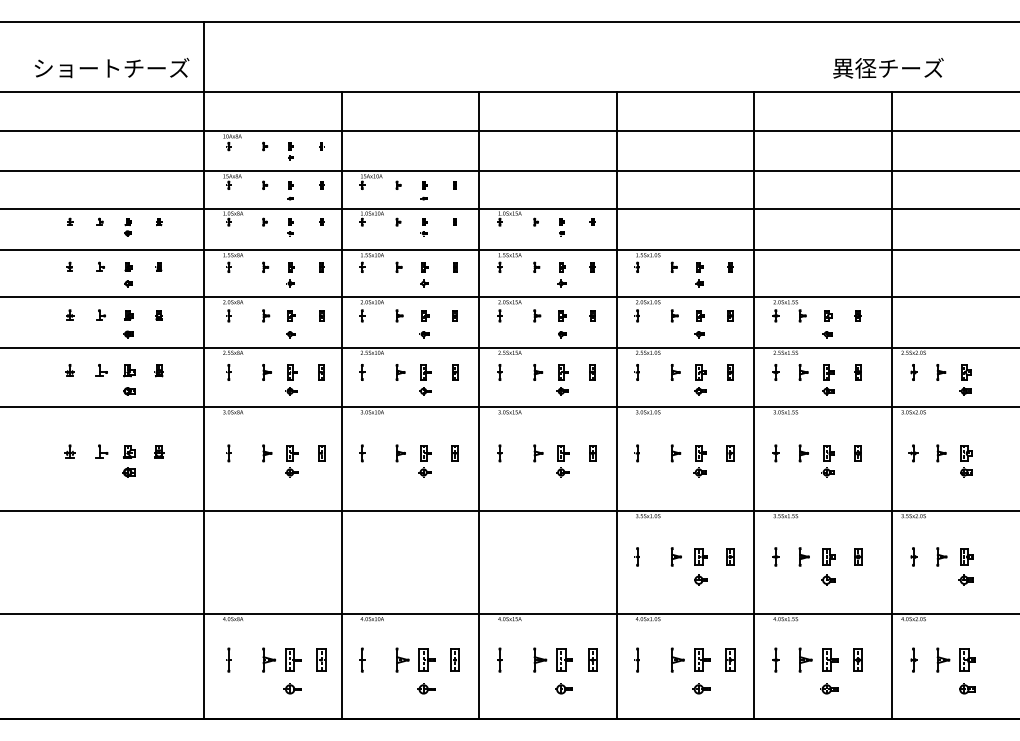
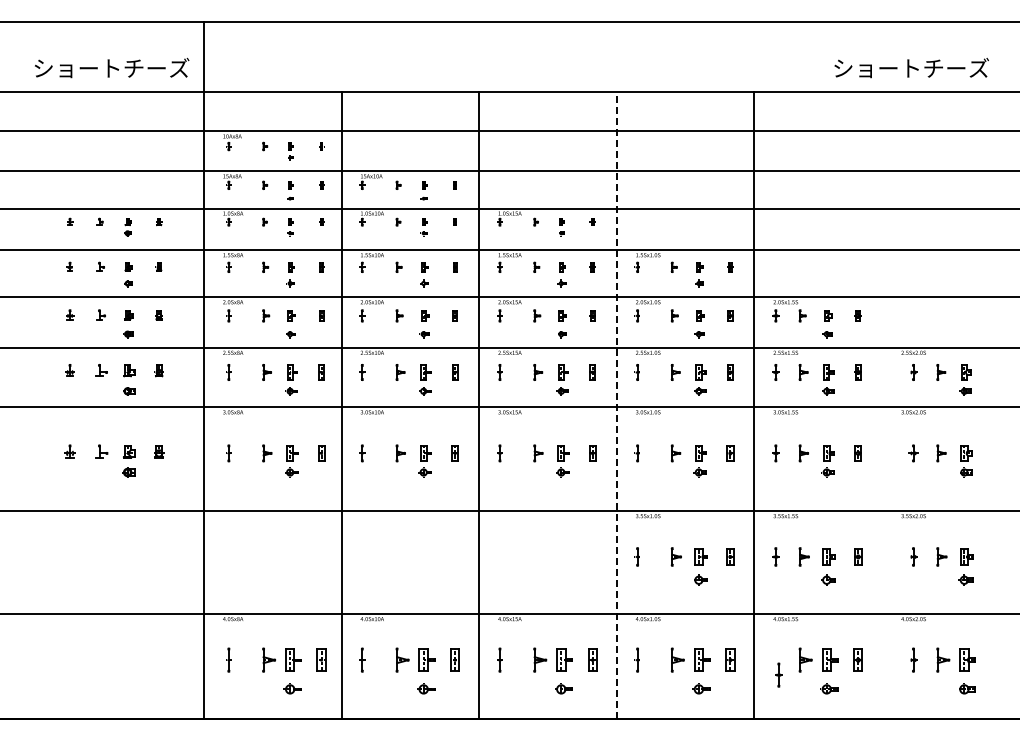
text at (910, 67): 異径チーズ -> ショートチーズ
line at (892, 404): present -> none
line at (616, 405): solid -> dashed
part at (775, 659) position: (775, 659) -> (778, 674)
